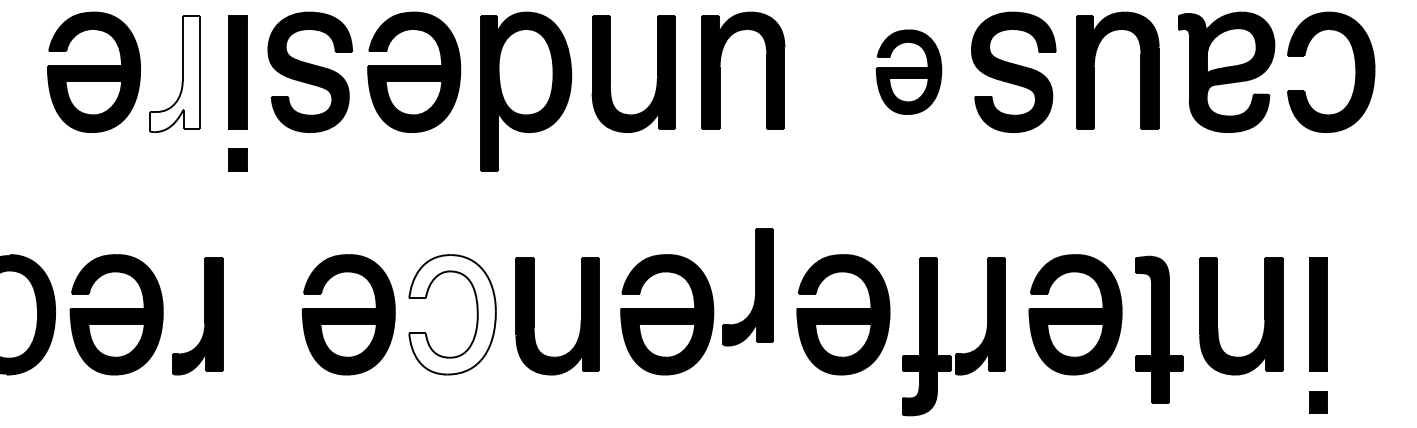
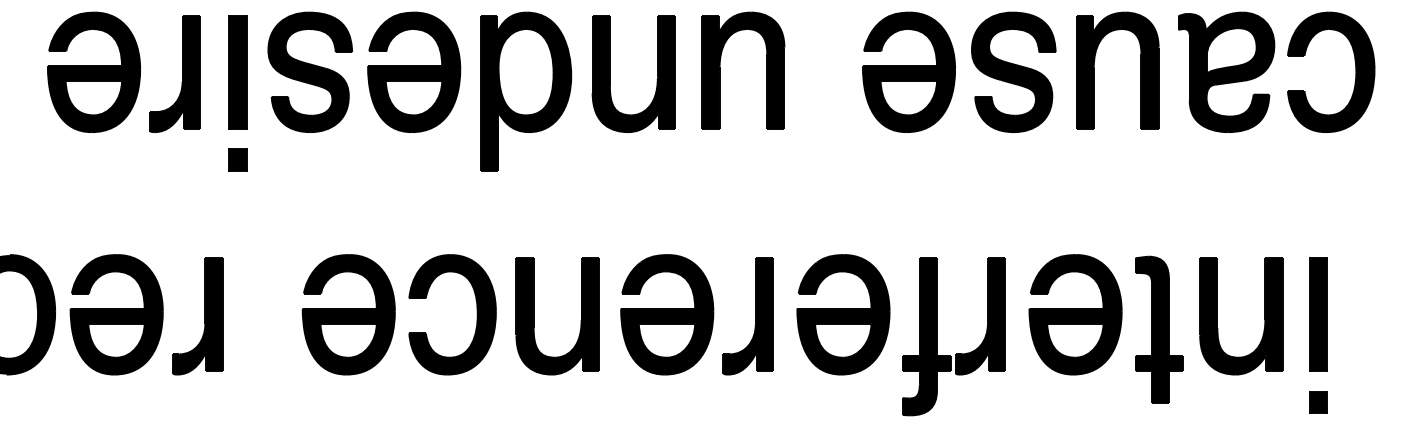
part at (908, 71) size: 68x86 px -> 94x122 px
fill at (174, 74): none -> present
part at (755, 287) position: (755, 287) -> (755, 316)
fill at (452, 314): none -> present
